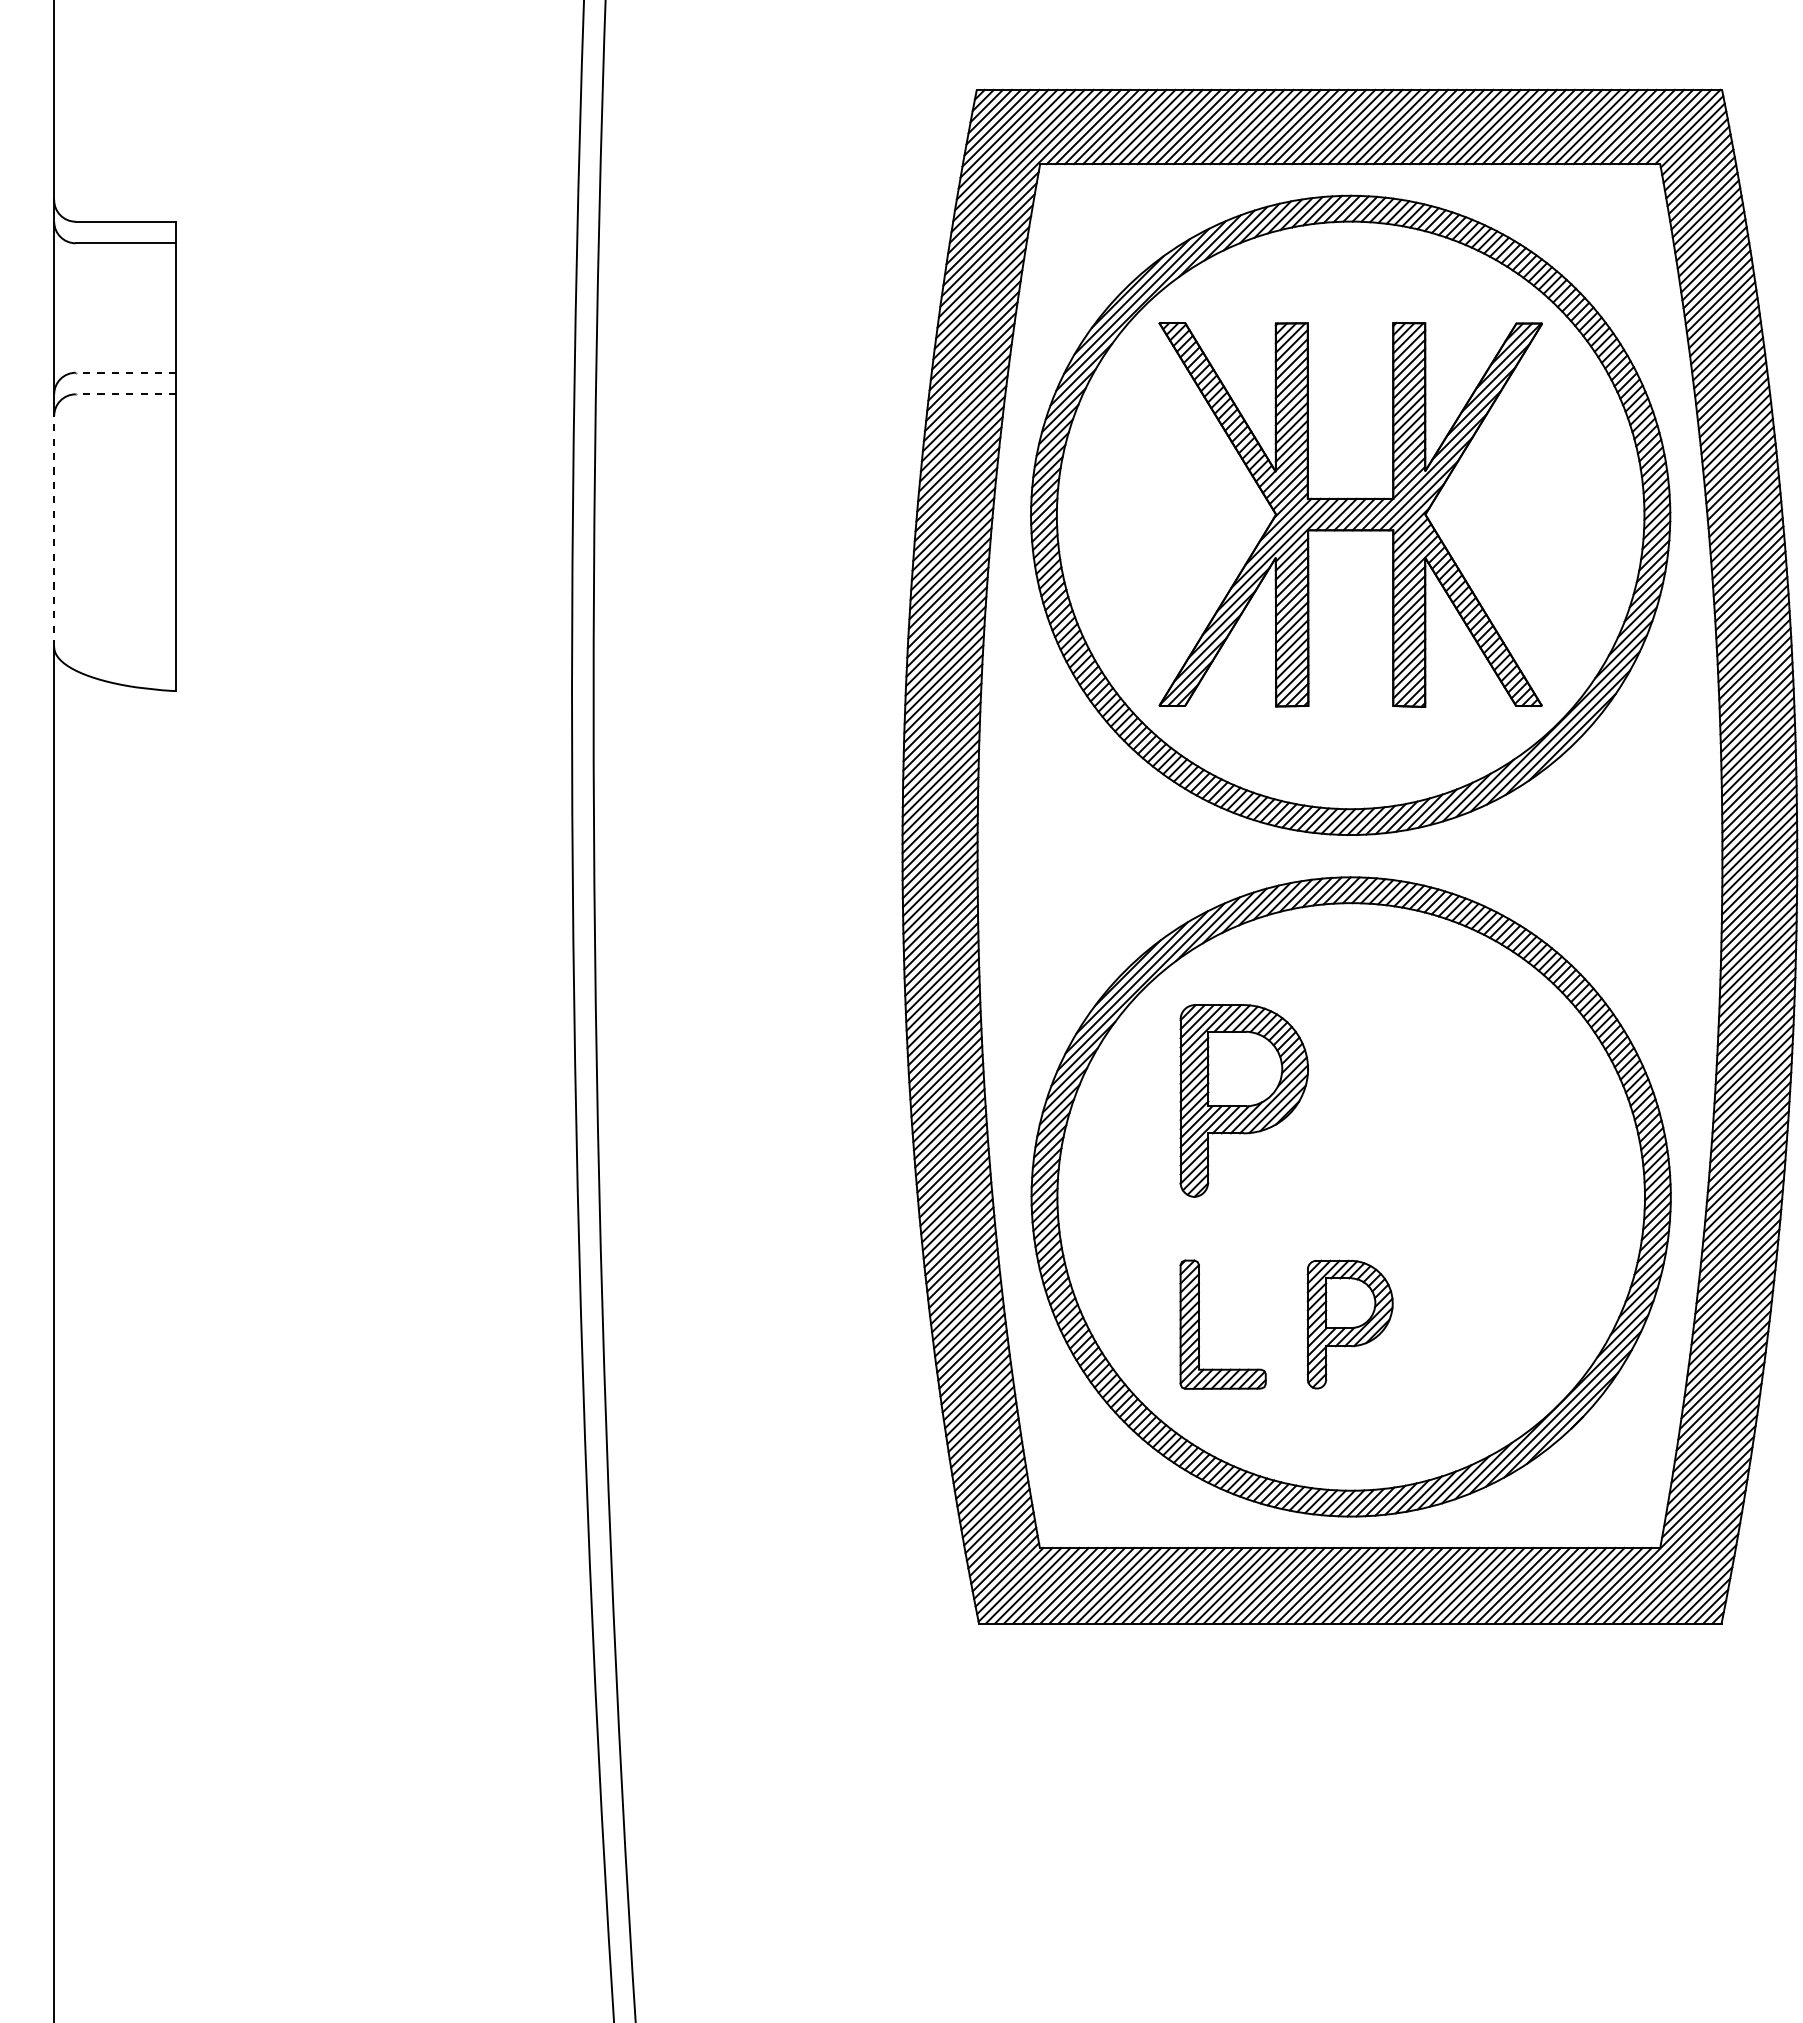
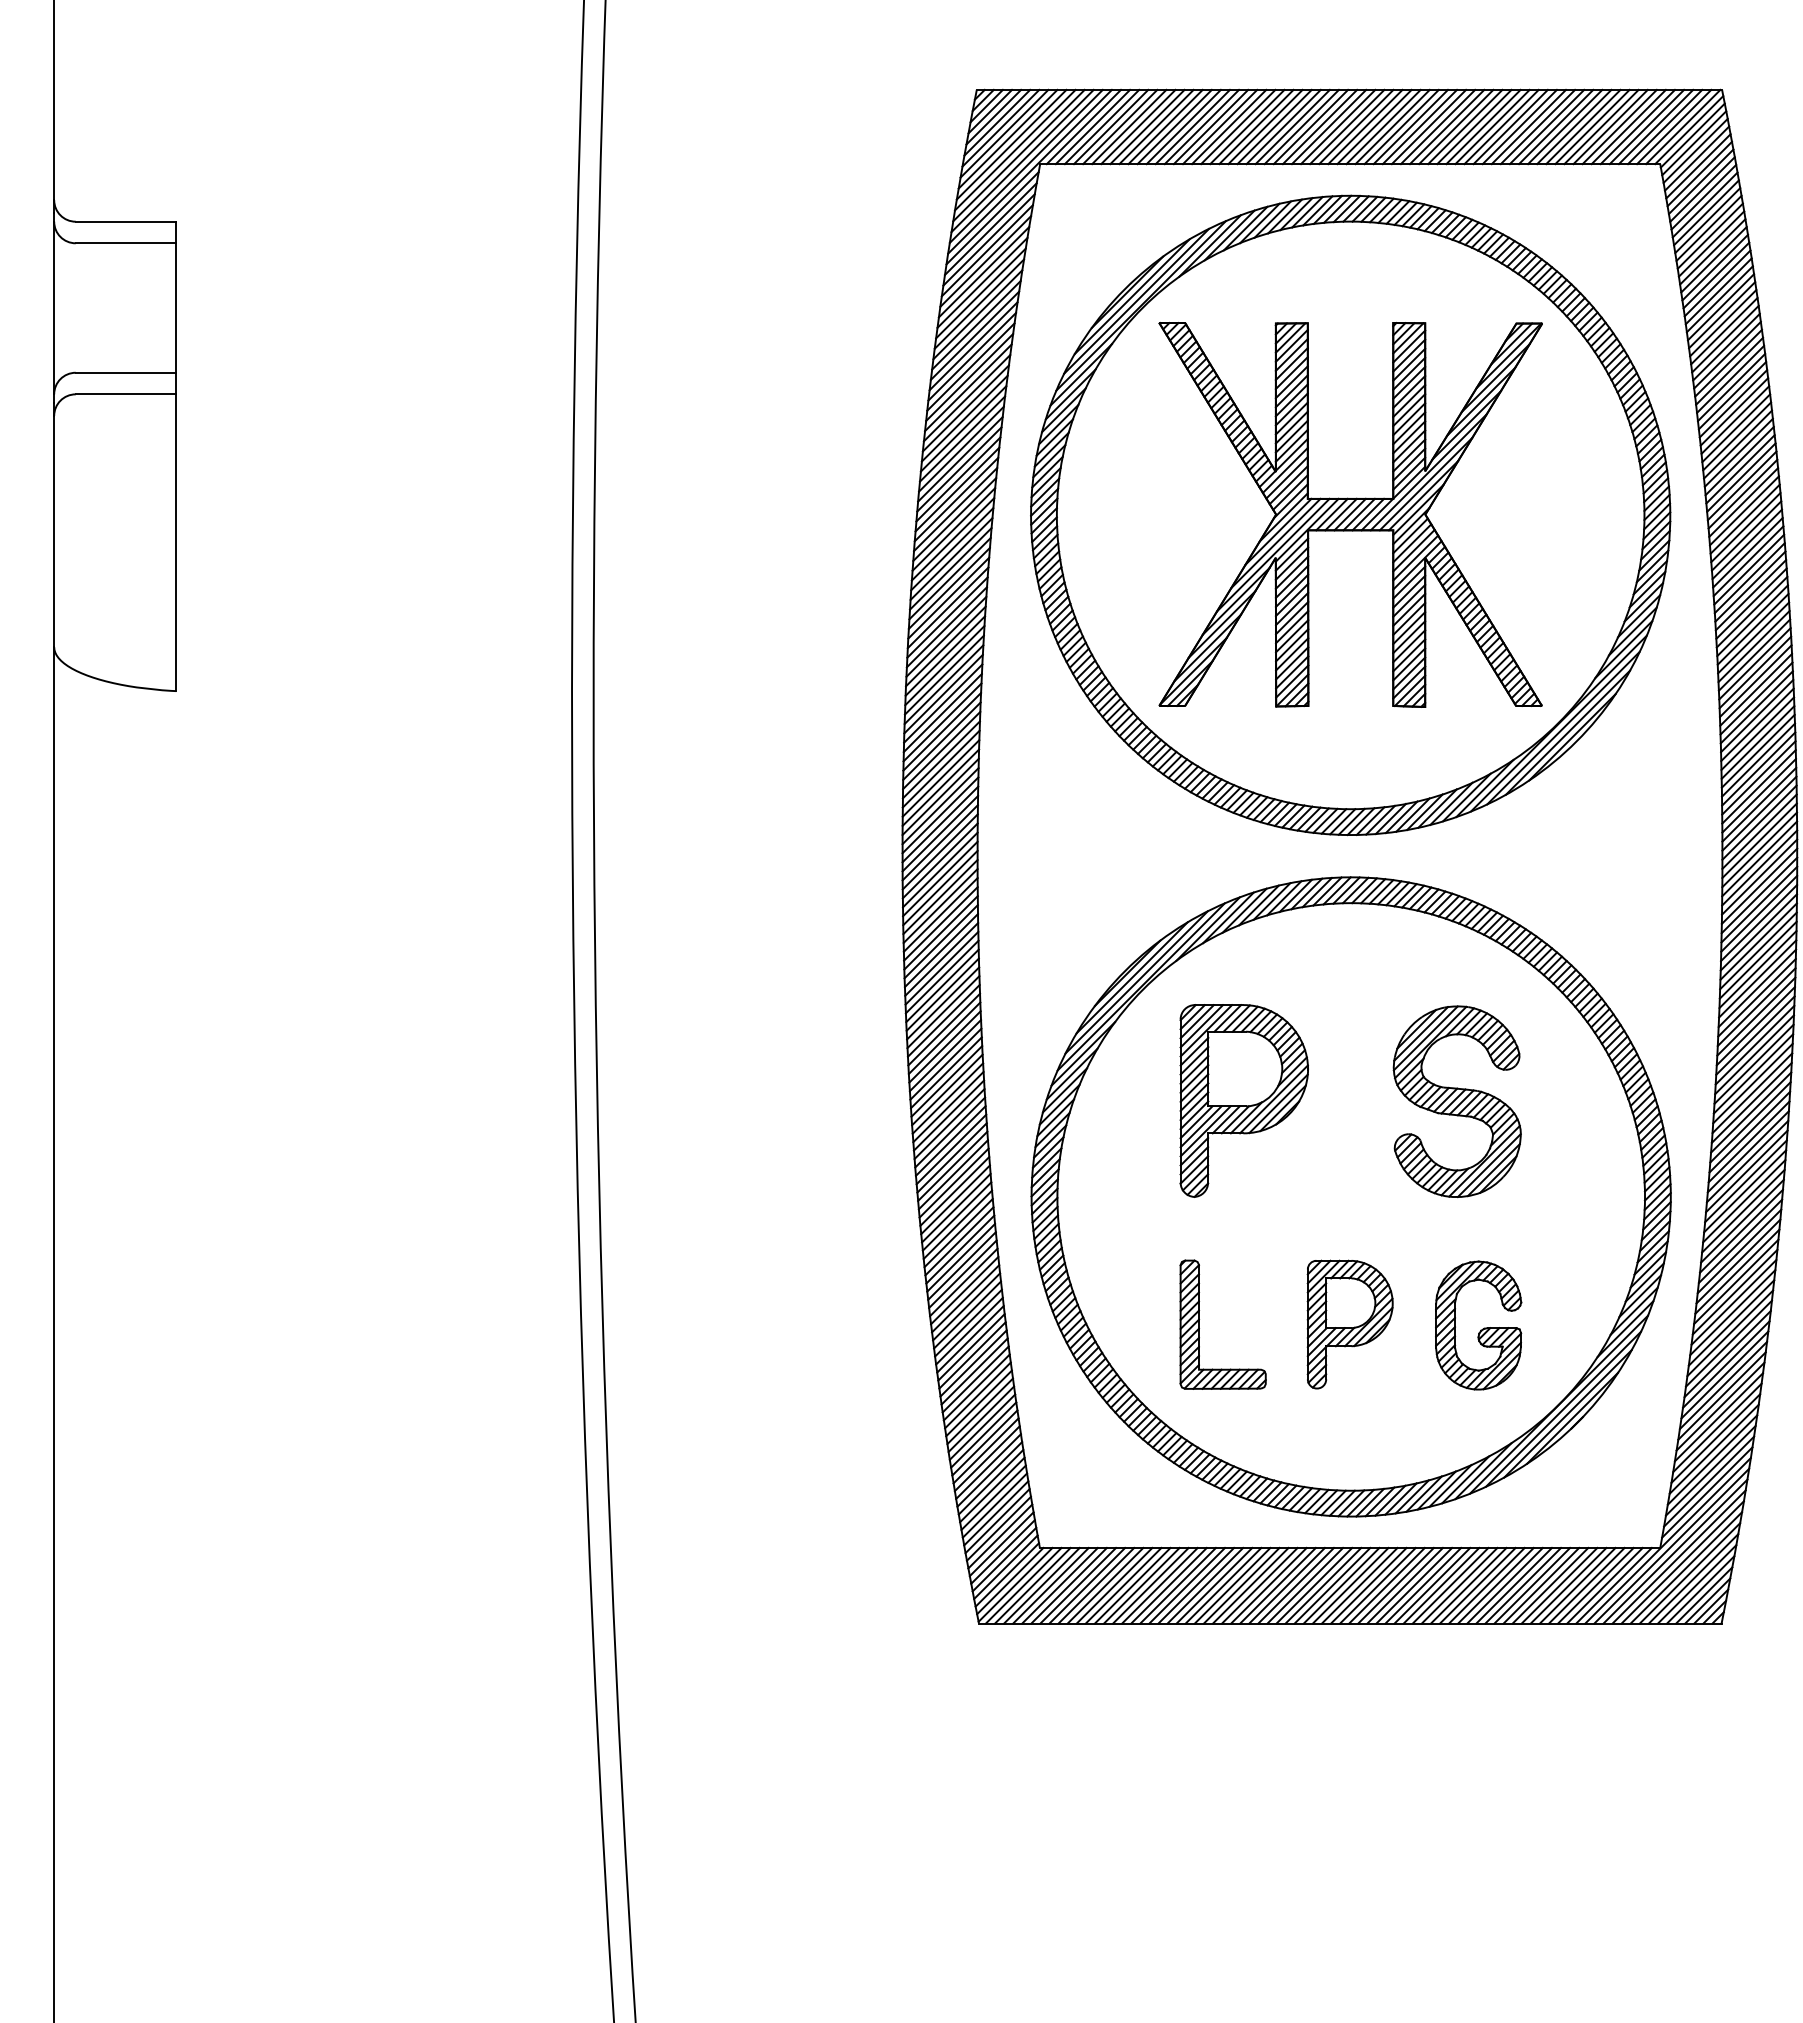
line at (125, 372): dashed -> solid
line at (125, 394): dashed -> solid
line at (54, 531): dashed -> solid
part at (1456, 1101): none -> present
part at (1478, 1325): none -> present
